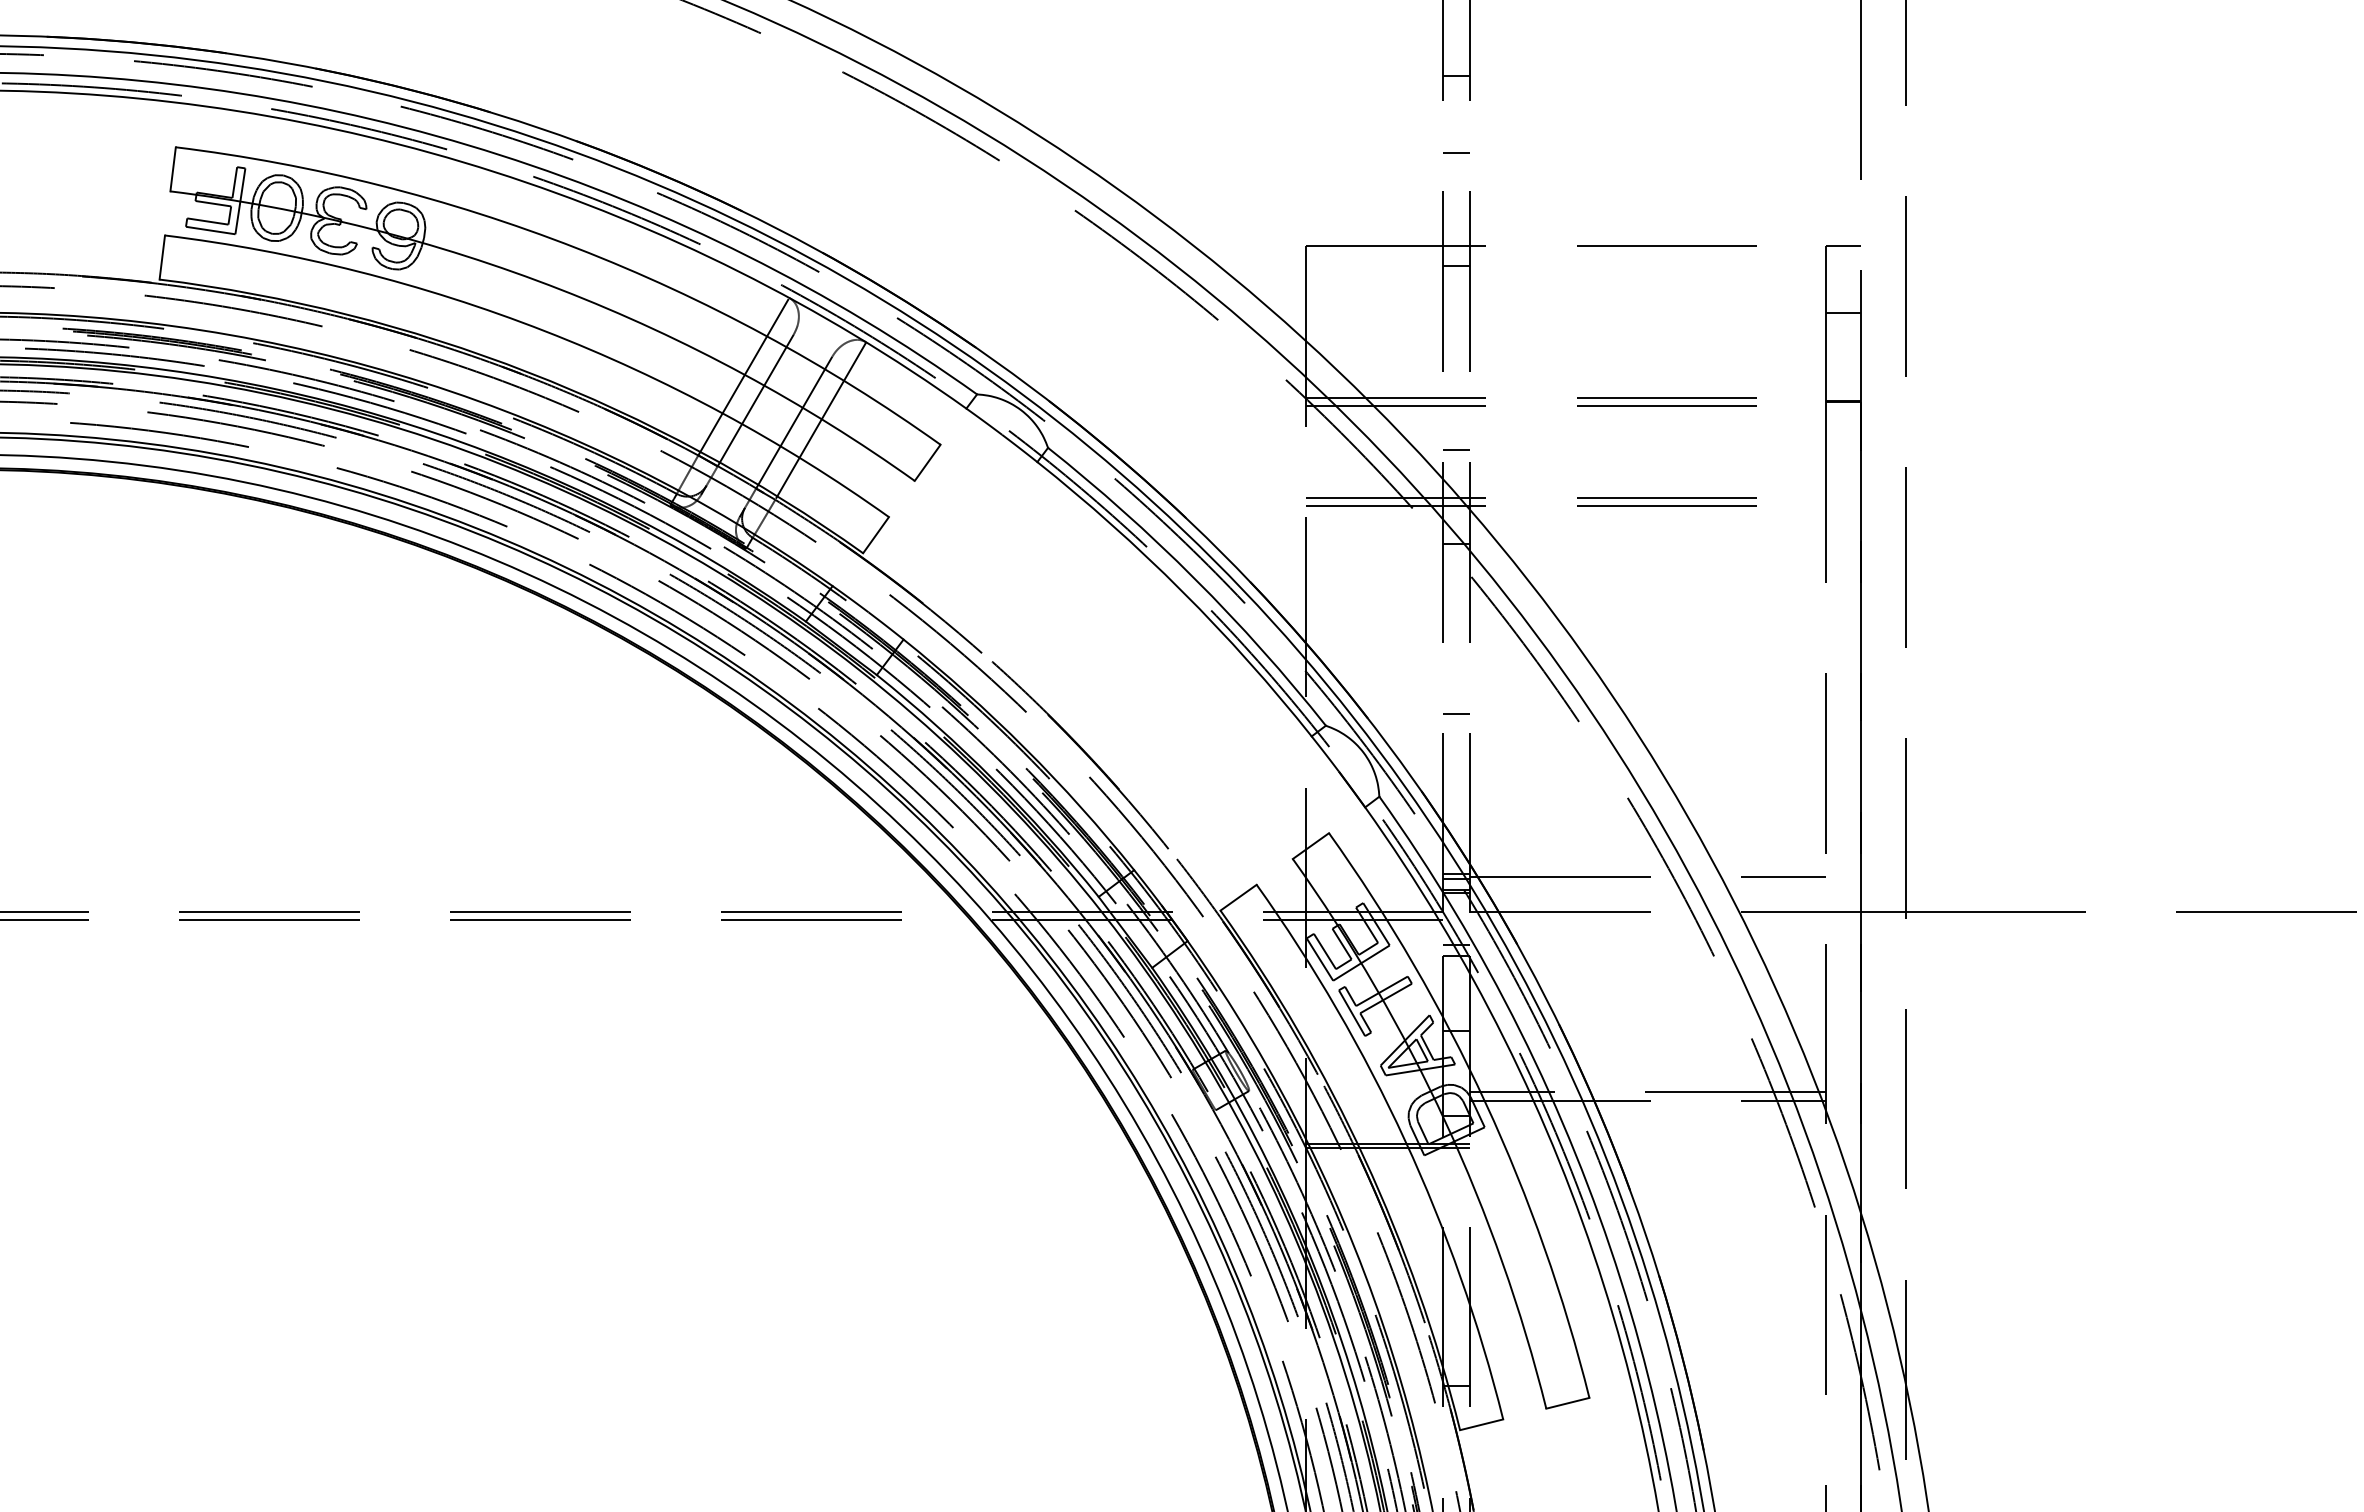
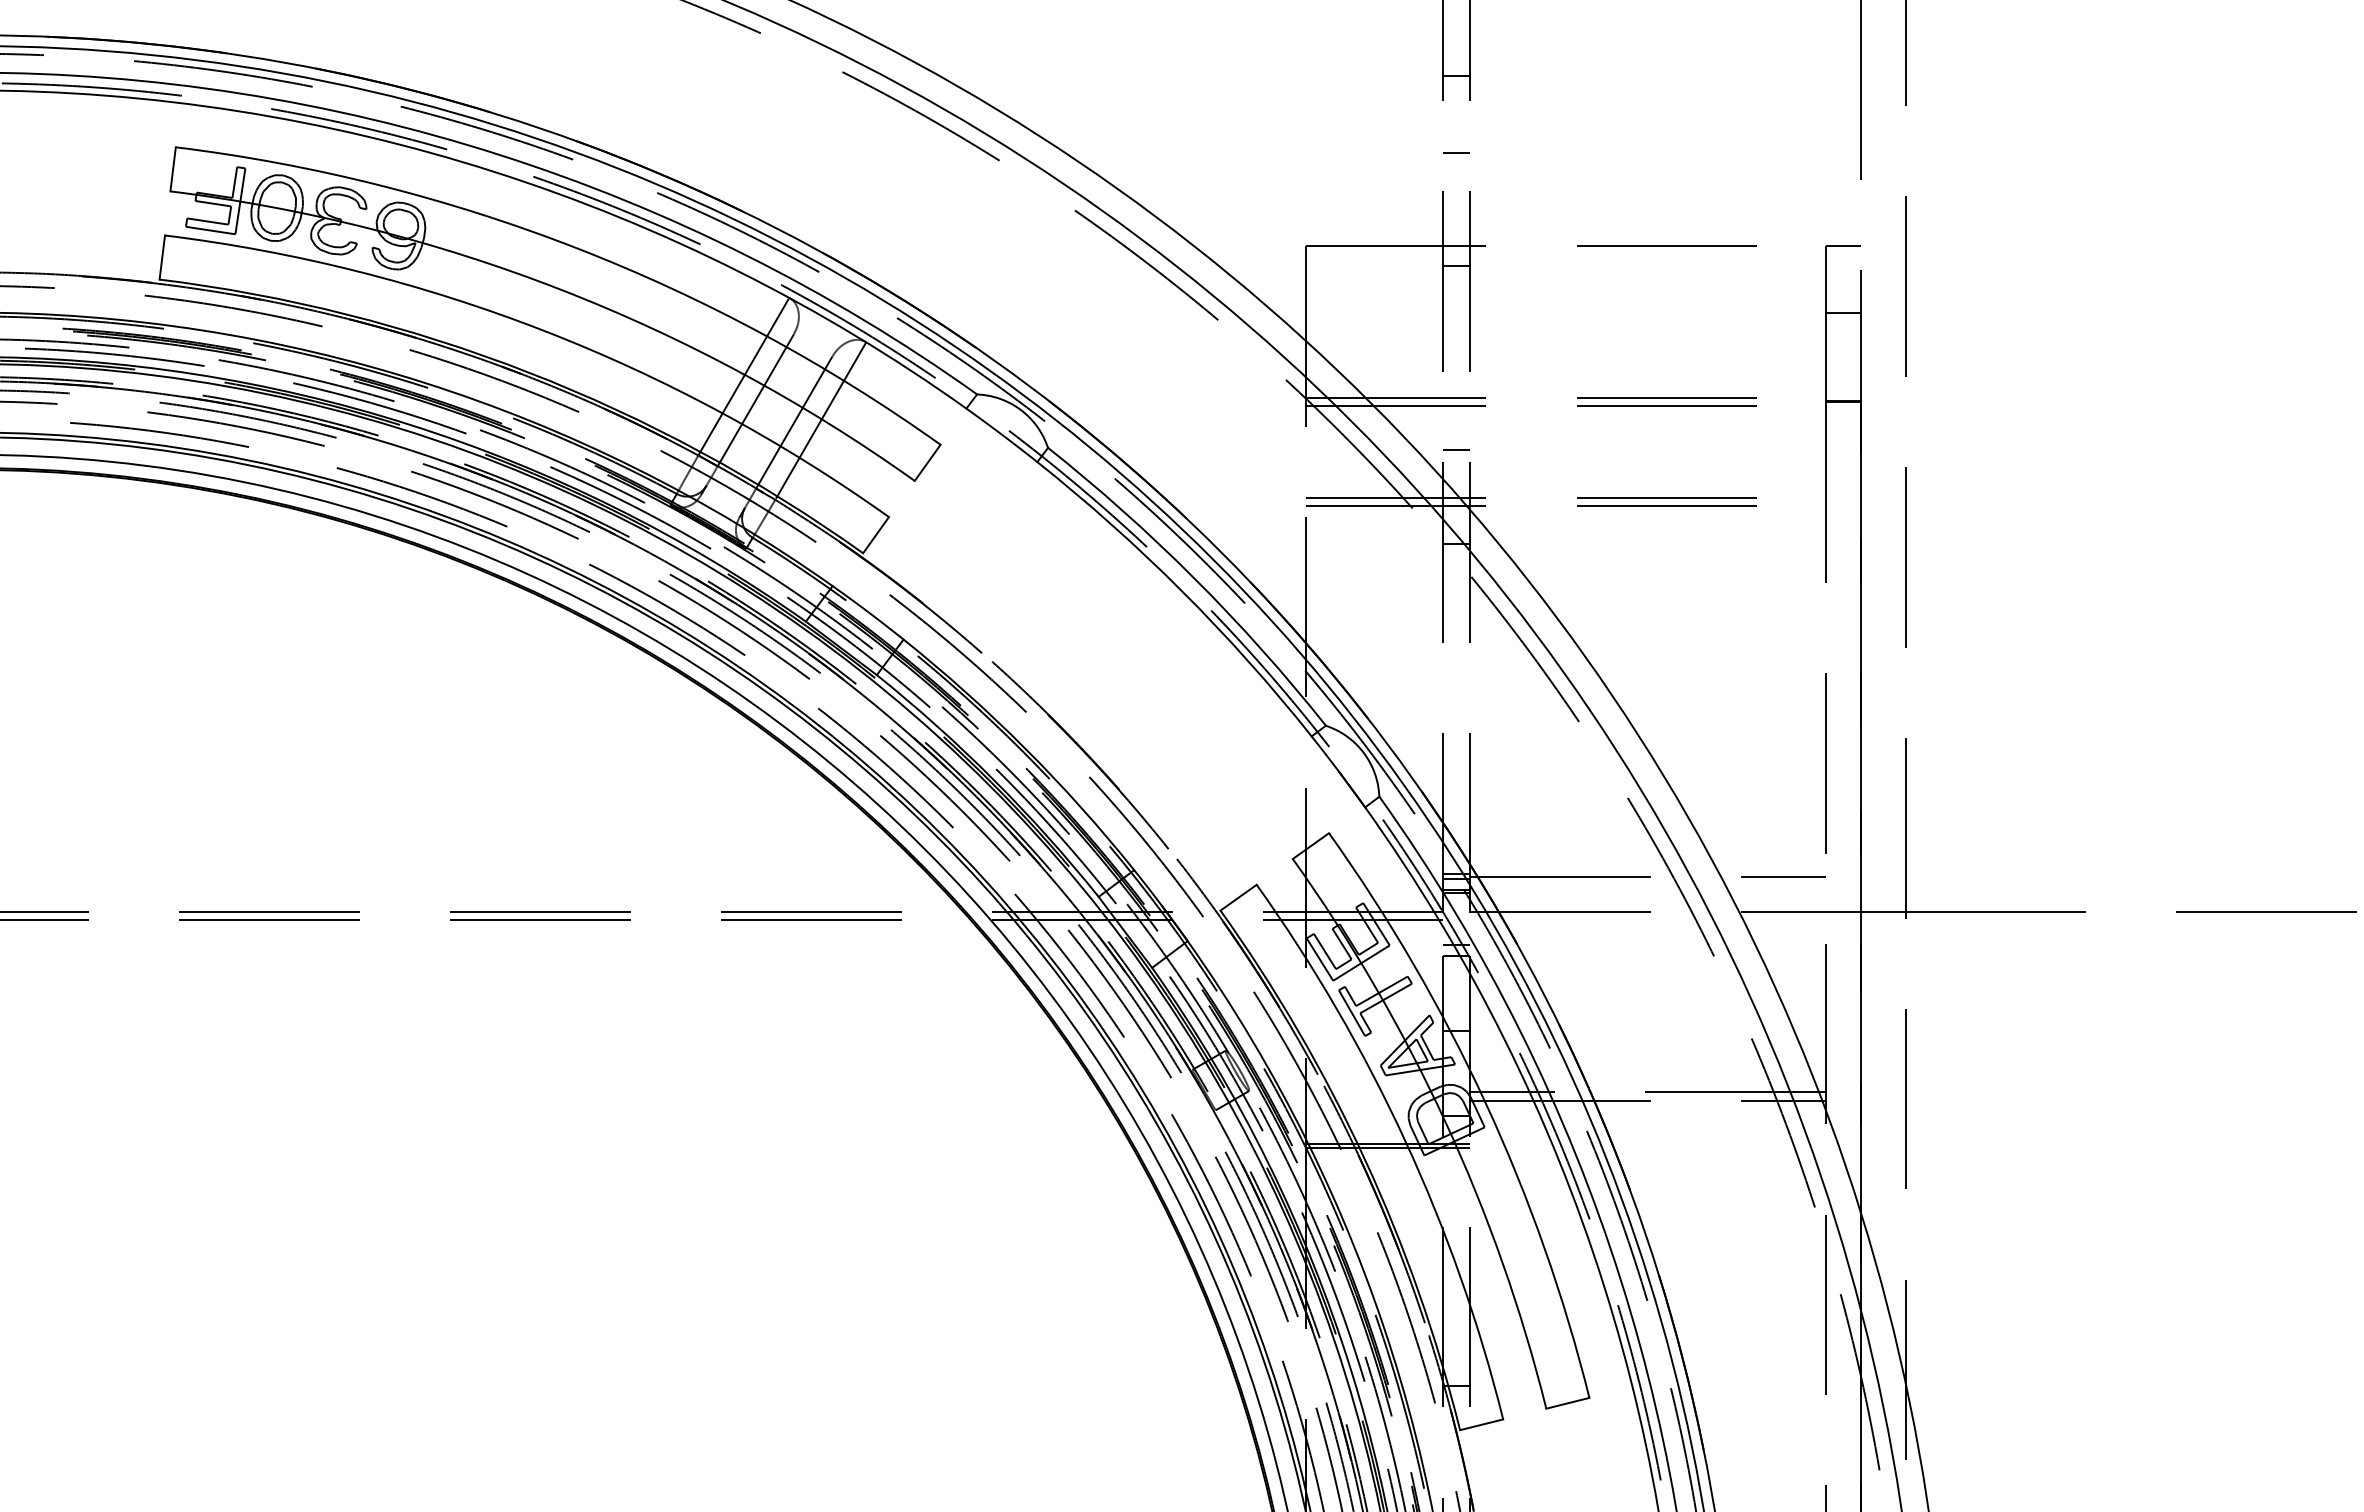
line at (1456, 714): present -> none
